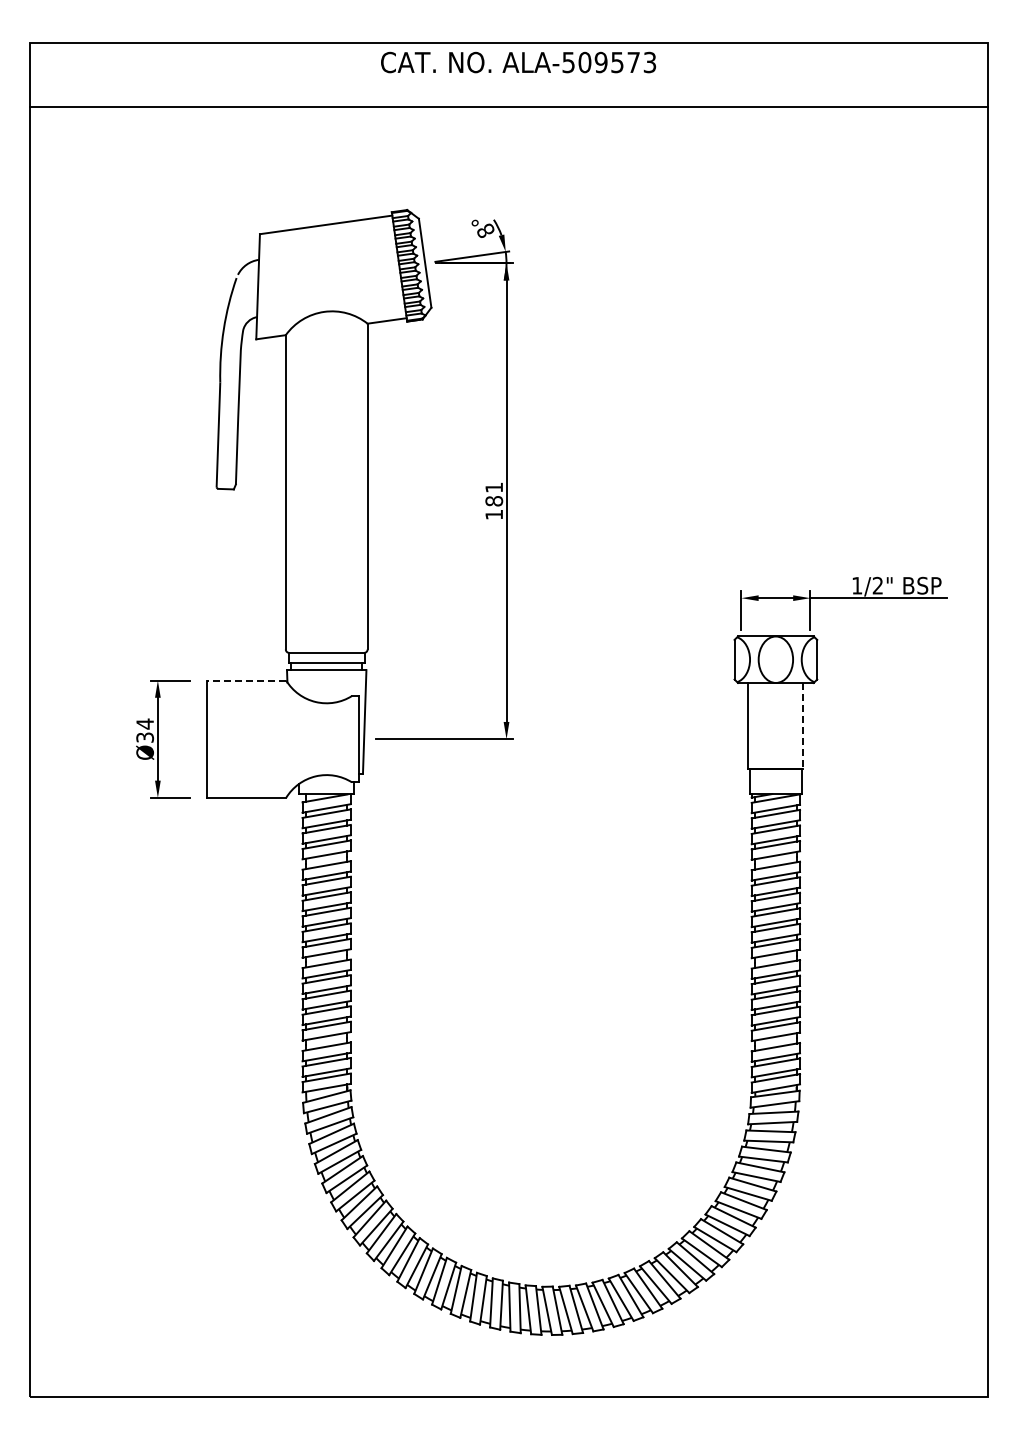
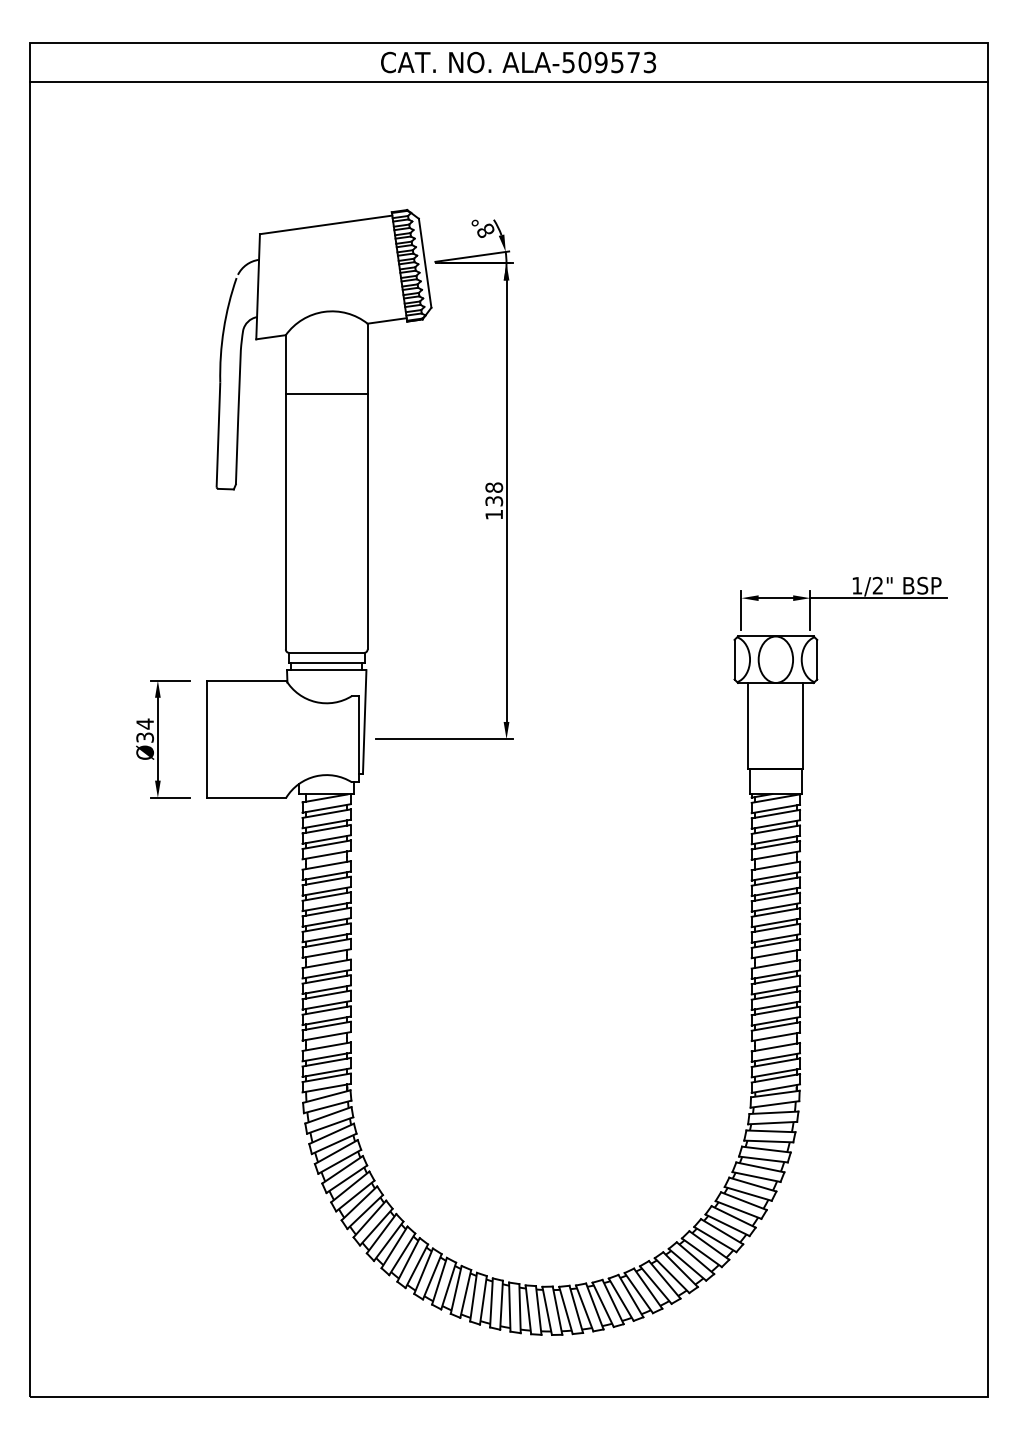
line at (508, 107) position: (508, 107) -> (508, 82)
line at (326, 393): none -> present
text at (494, 494): 181 -> 138
line at (246, 680): dashed -> solid
line at (803, 726): dashed -> solid
